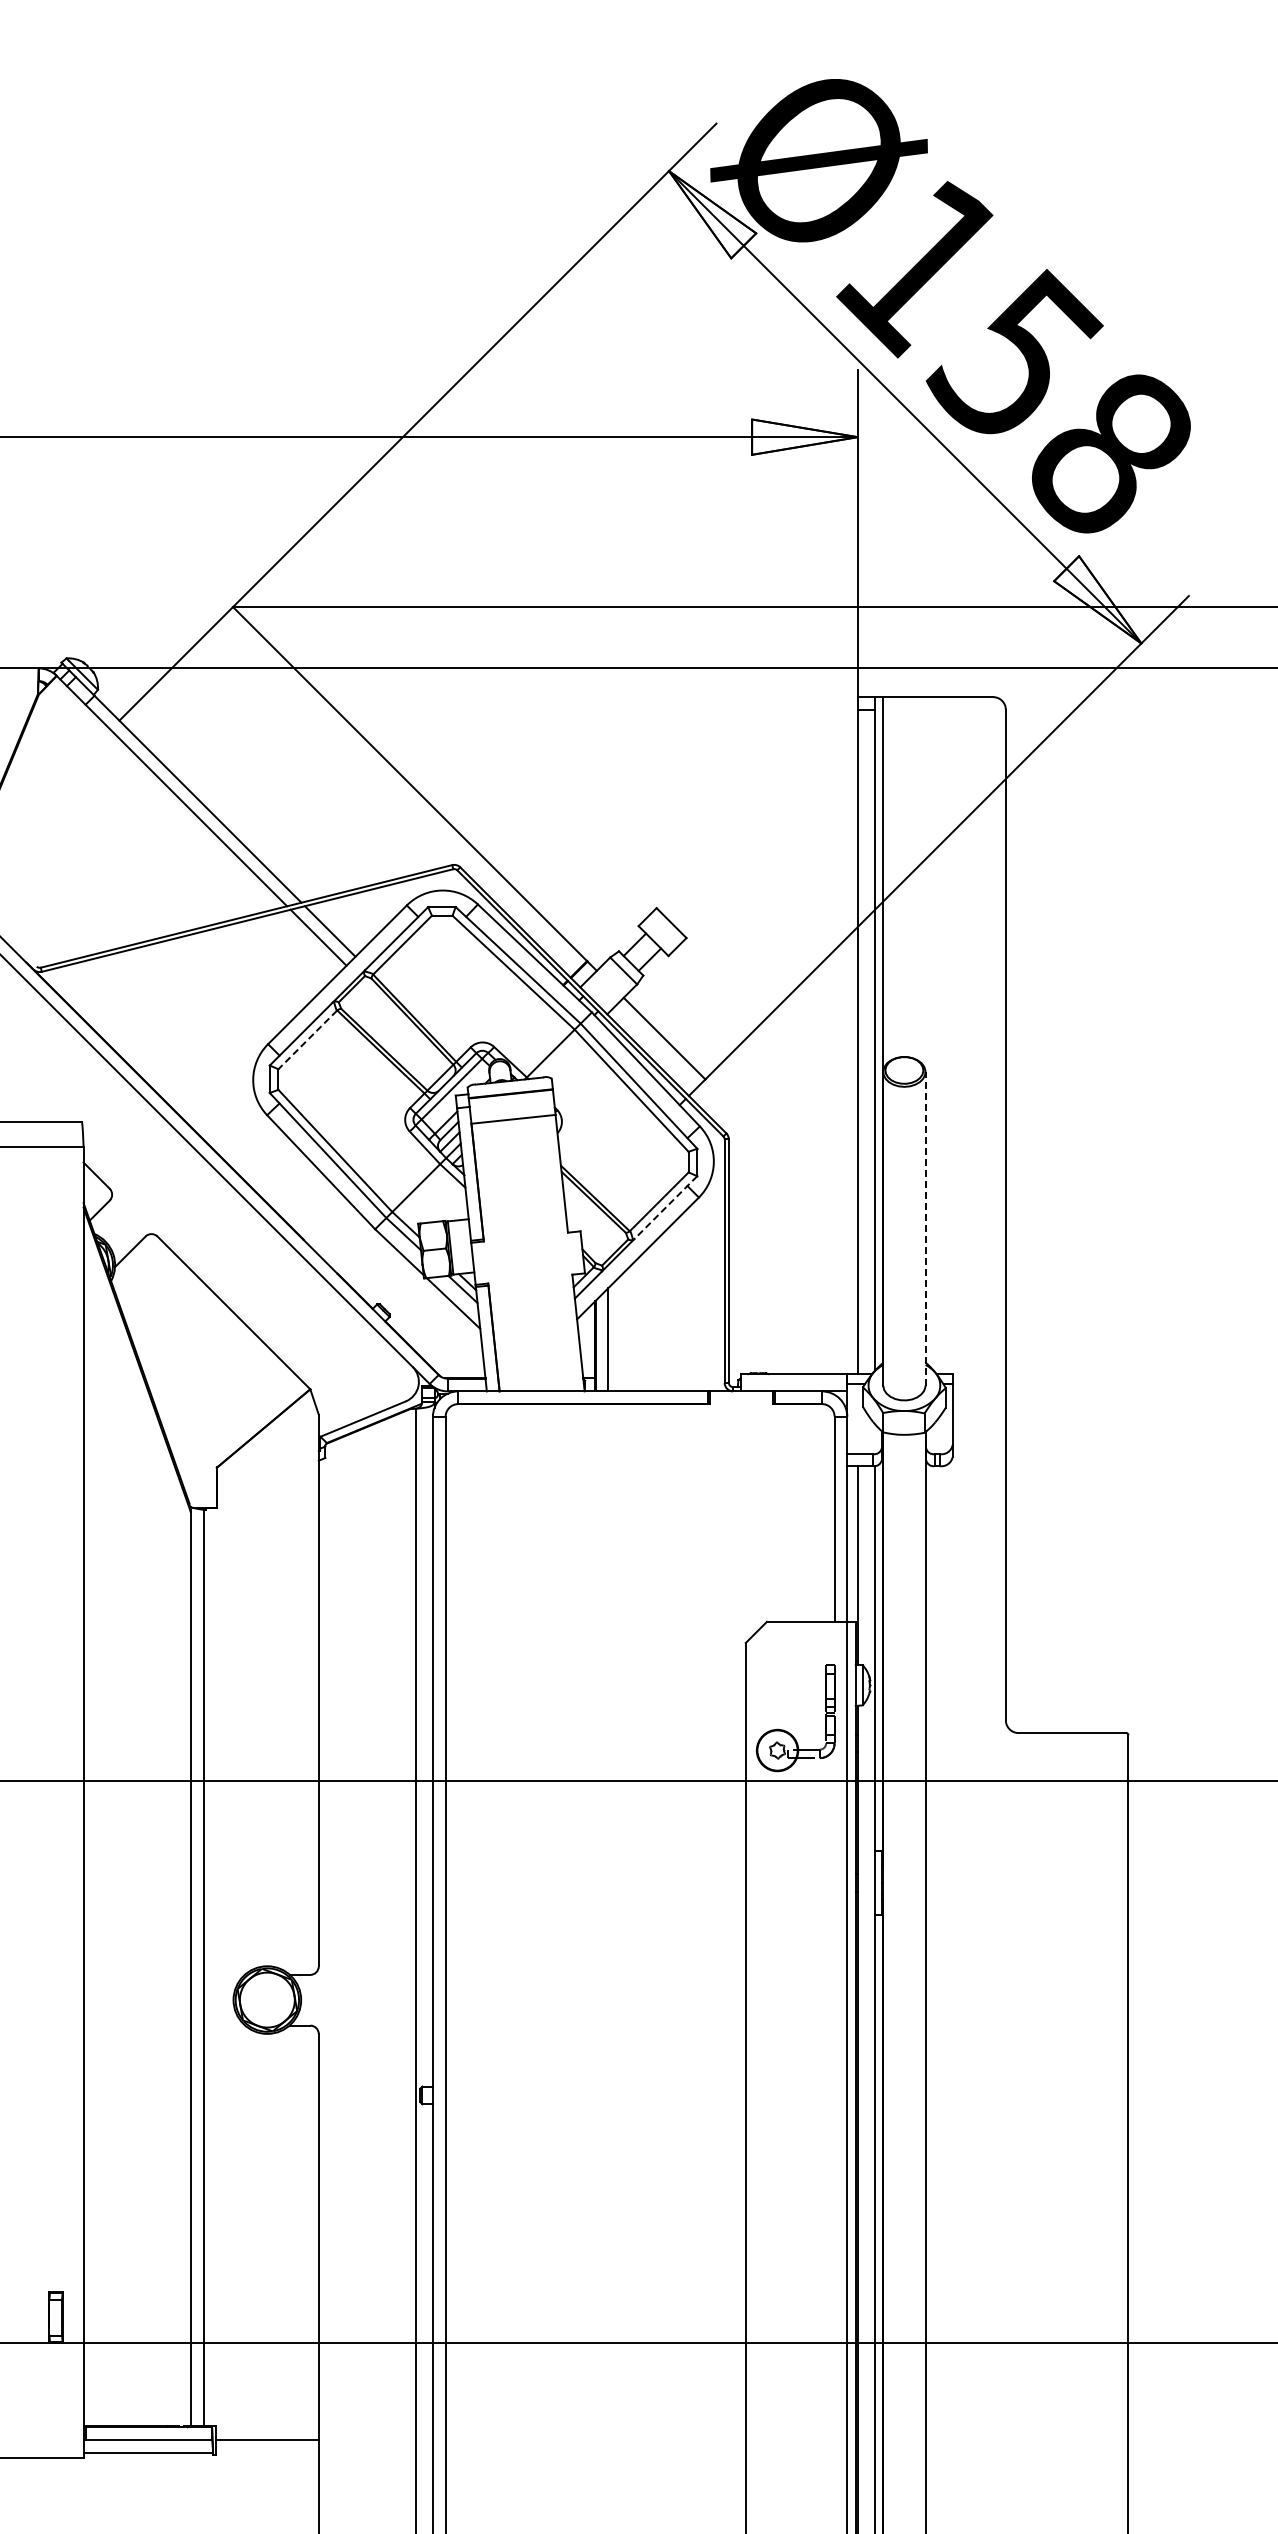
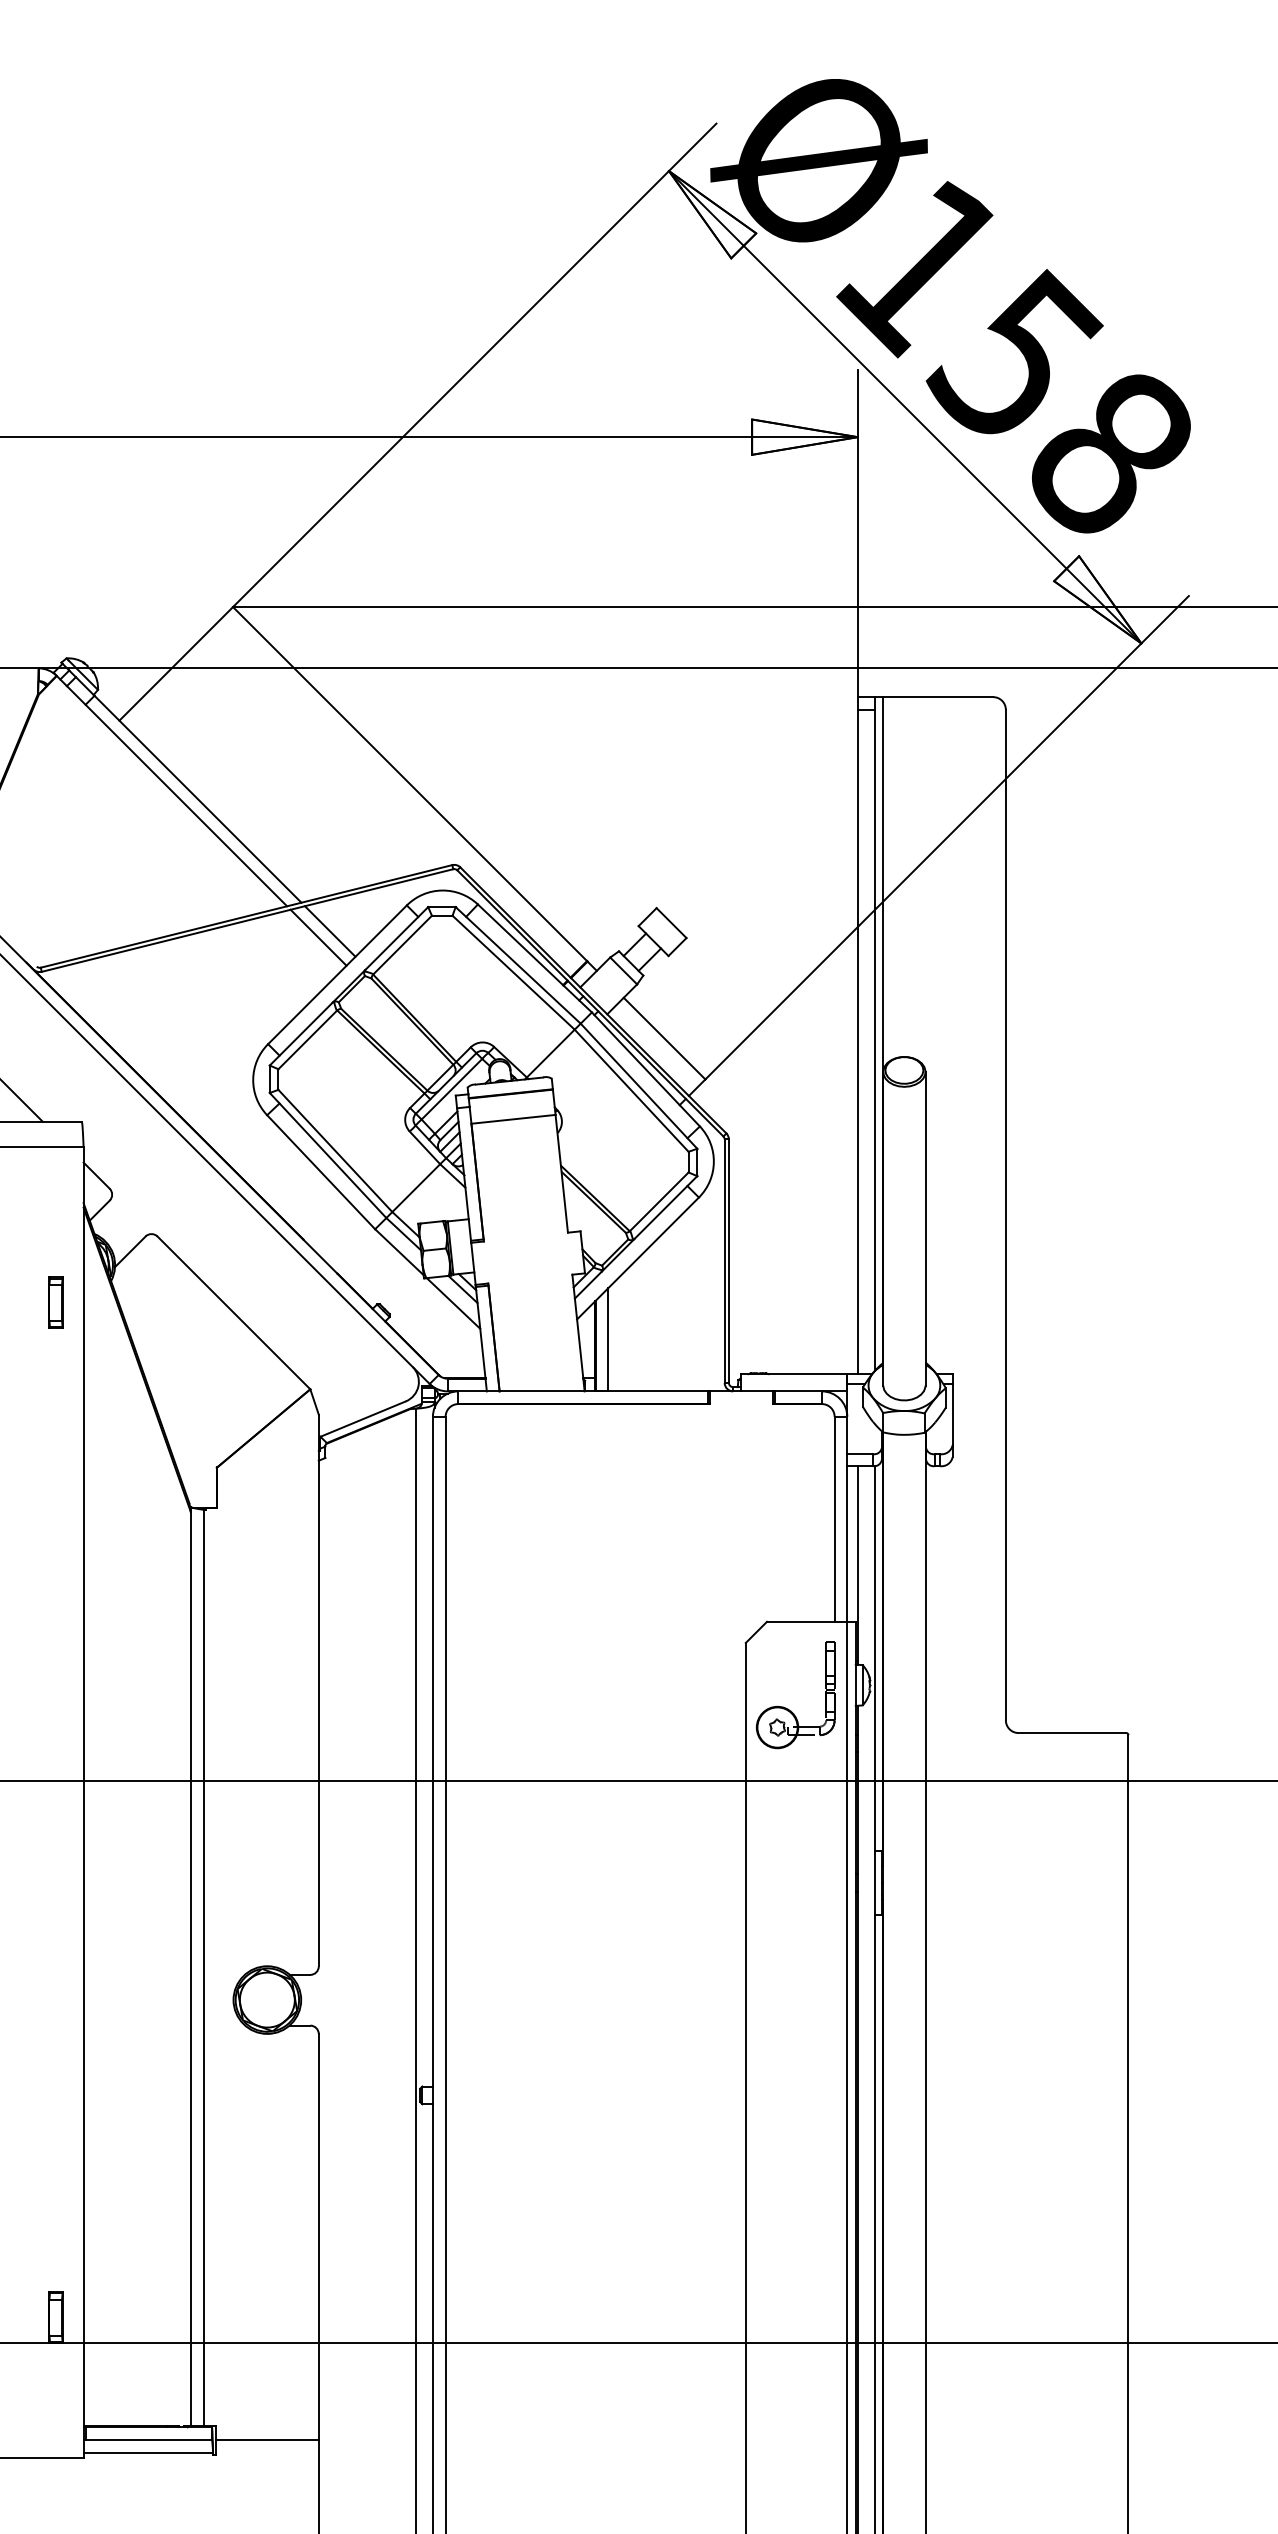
line at (307, 1040): dashed -> solid
line at (22, 1101): none -> present
line at (665, 1207): dashed -> solid
line at (925, 1228): dashed -> solid
part at (55, 1302): none -> present
part at (788, 1731) position: (788, 1731) -> (788, 1708)
